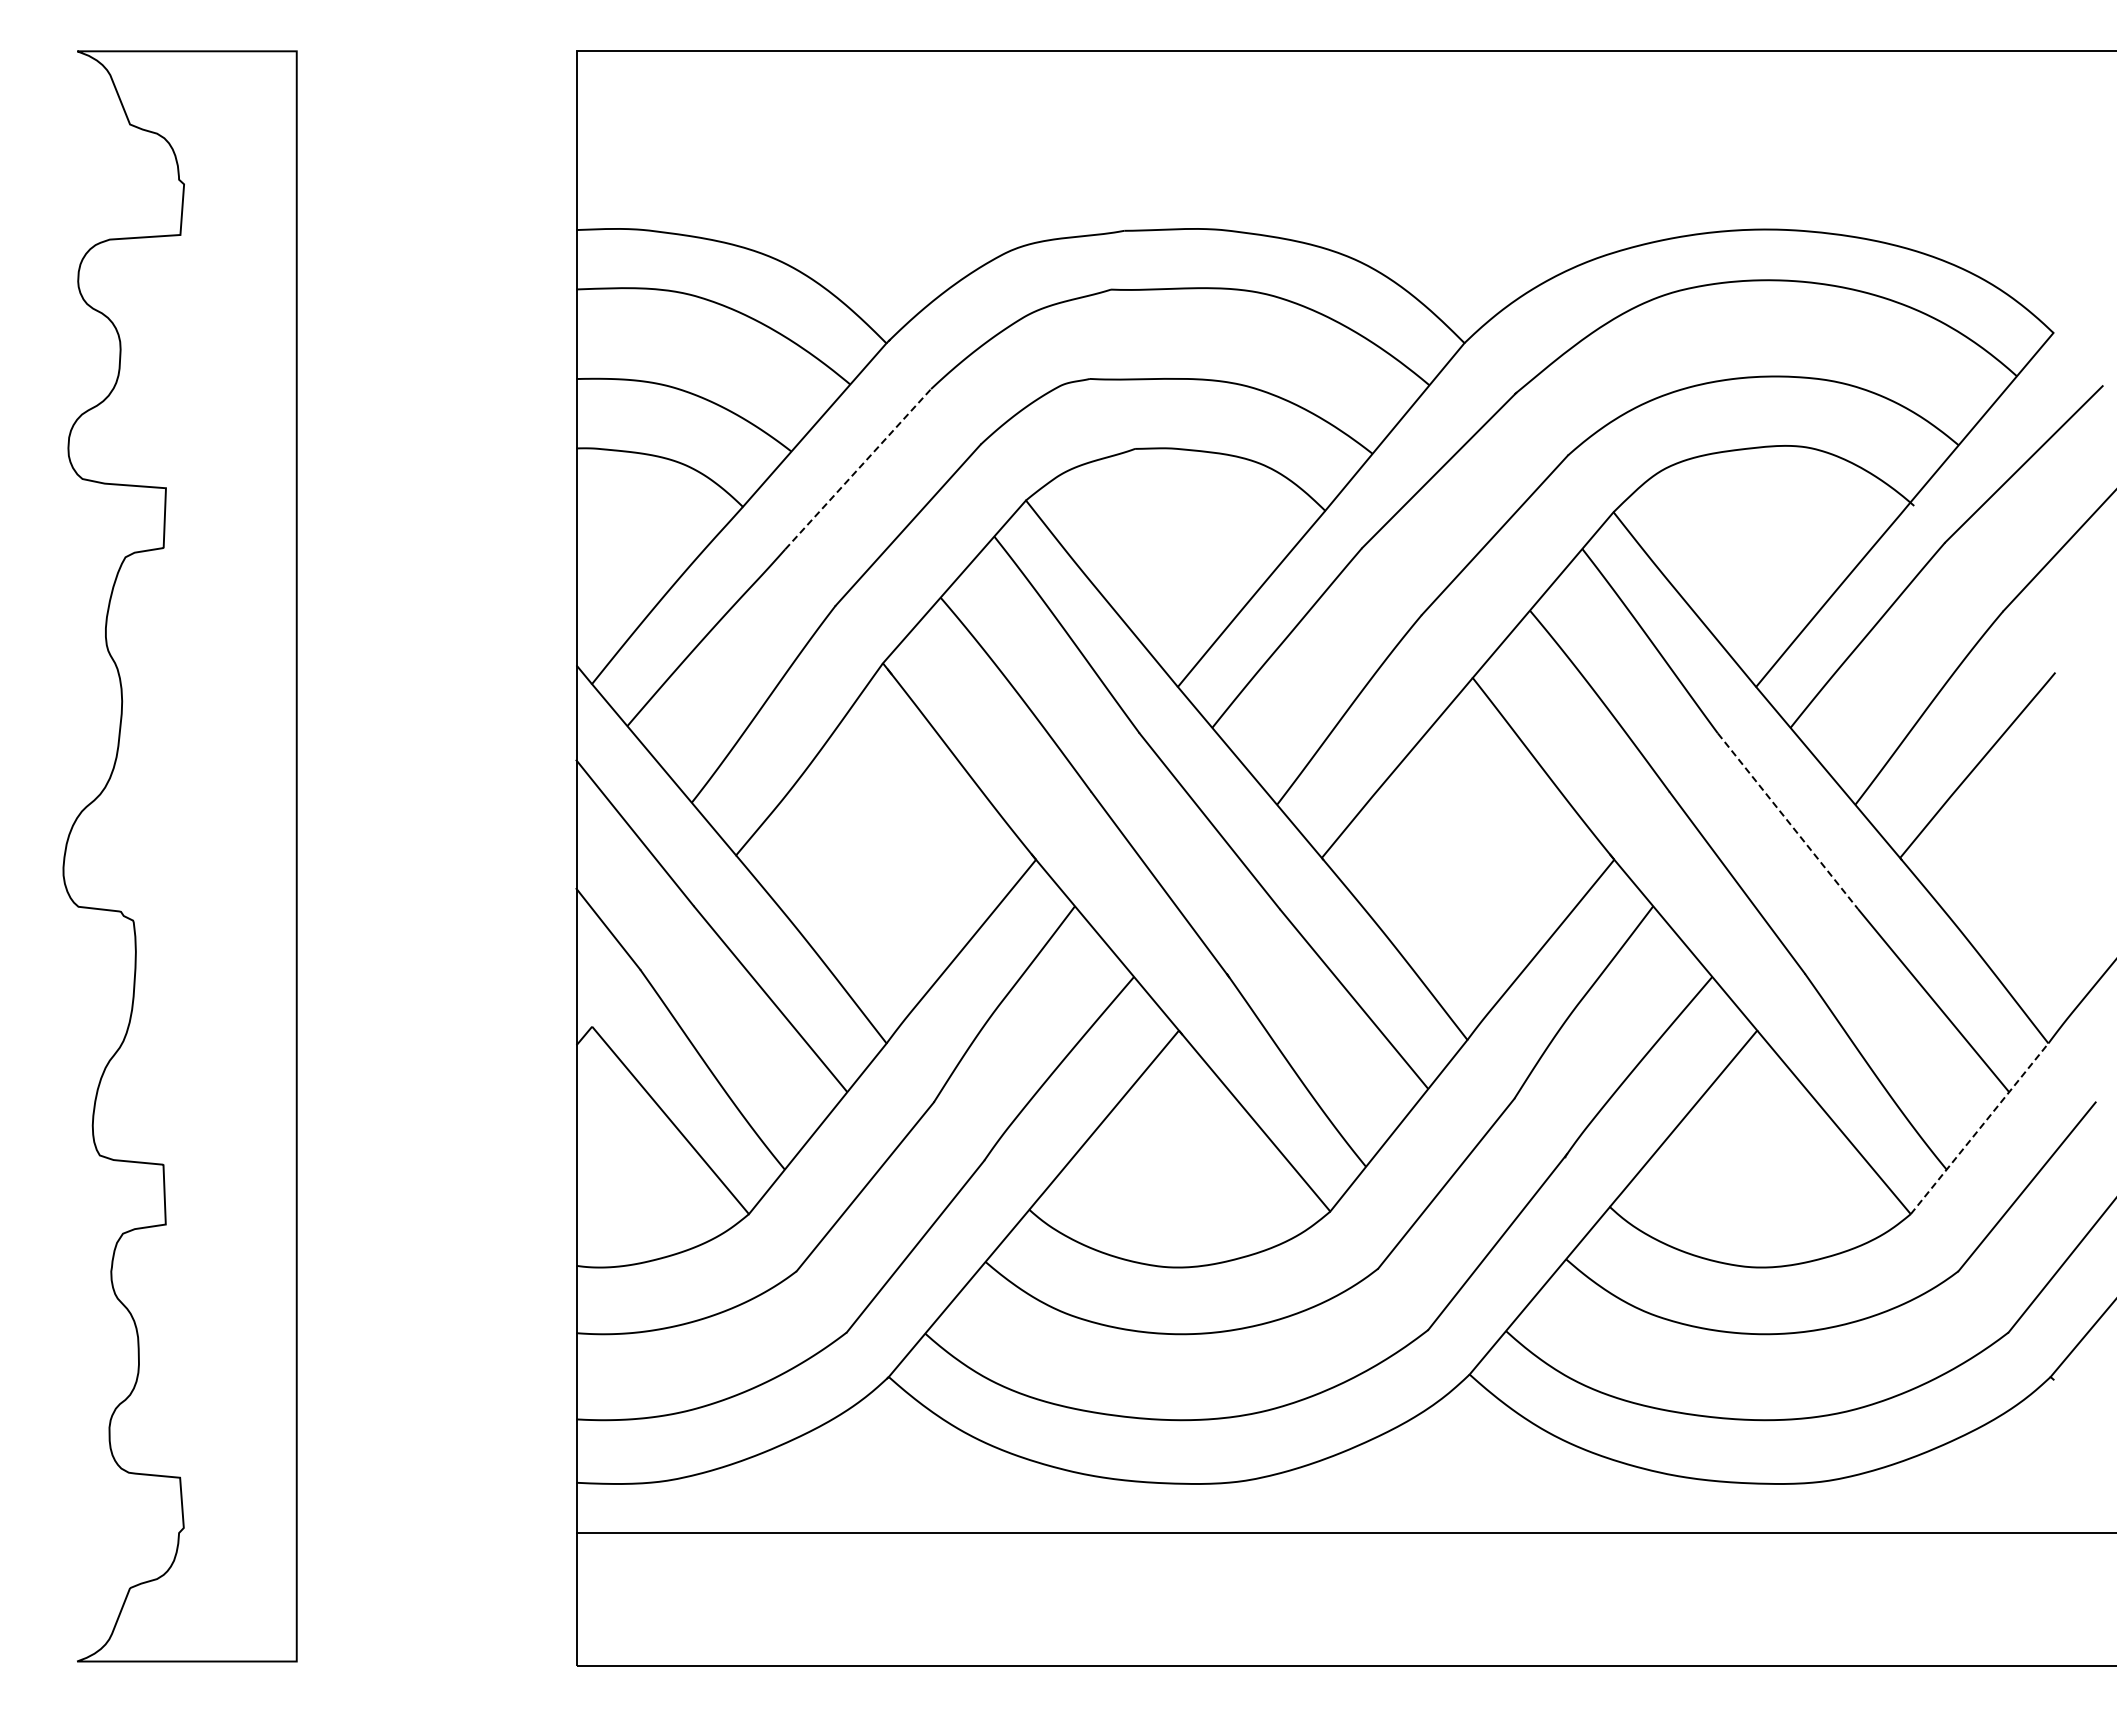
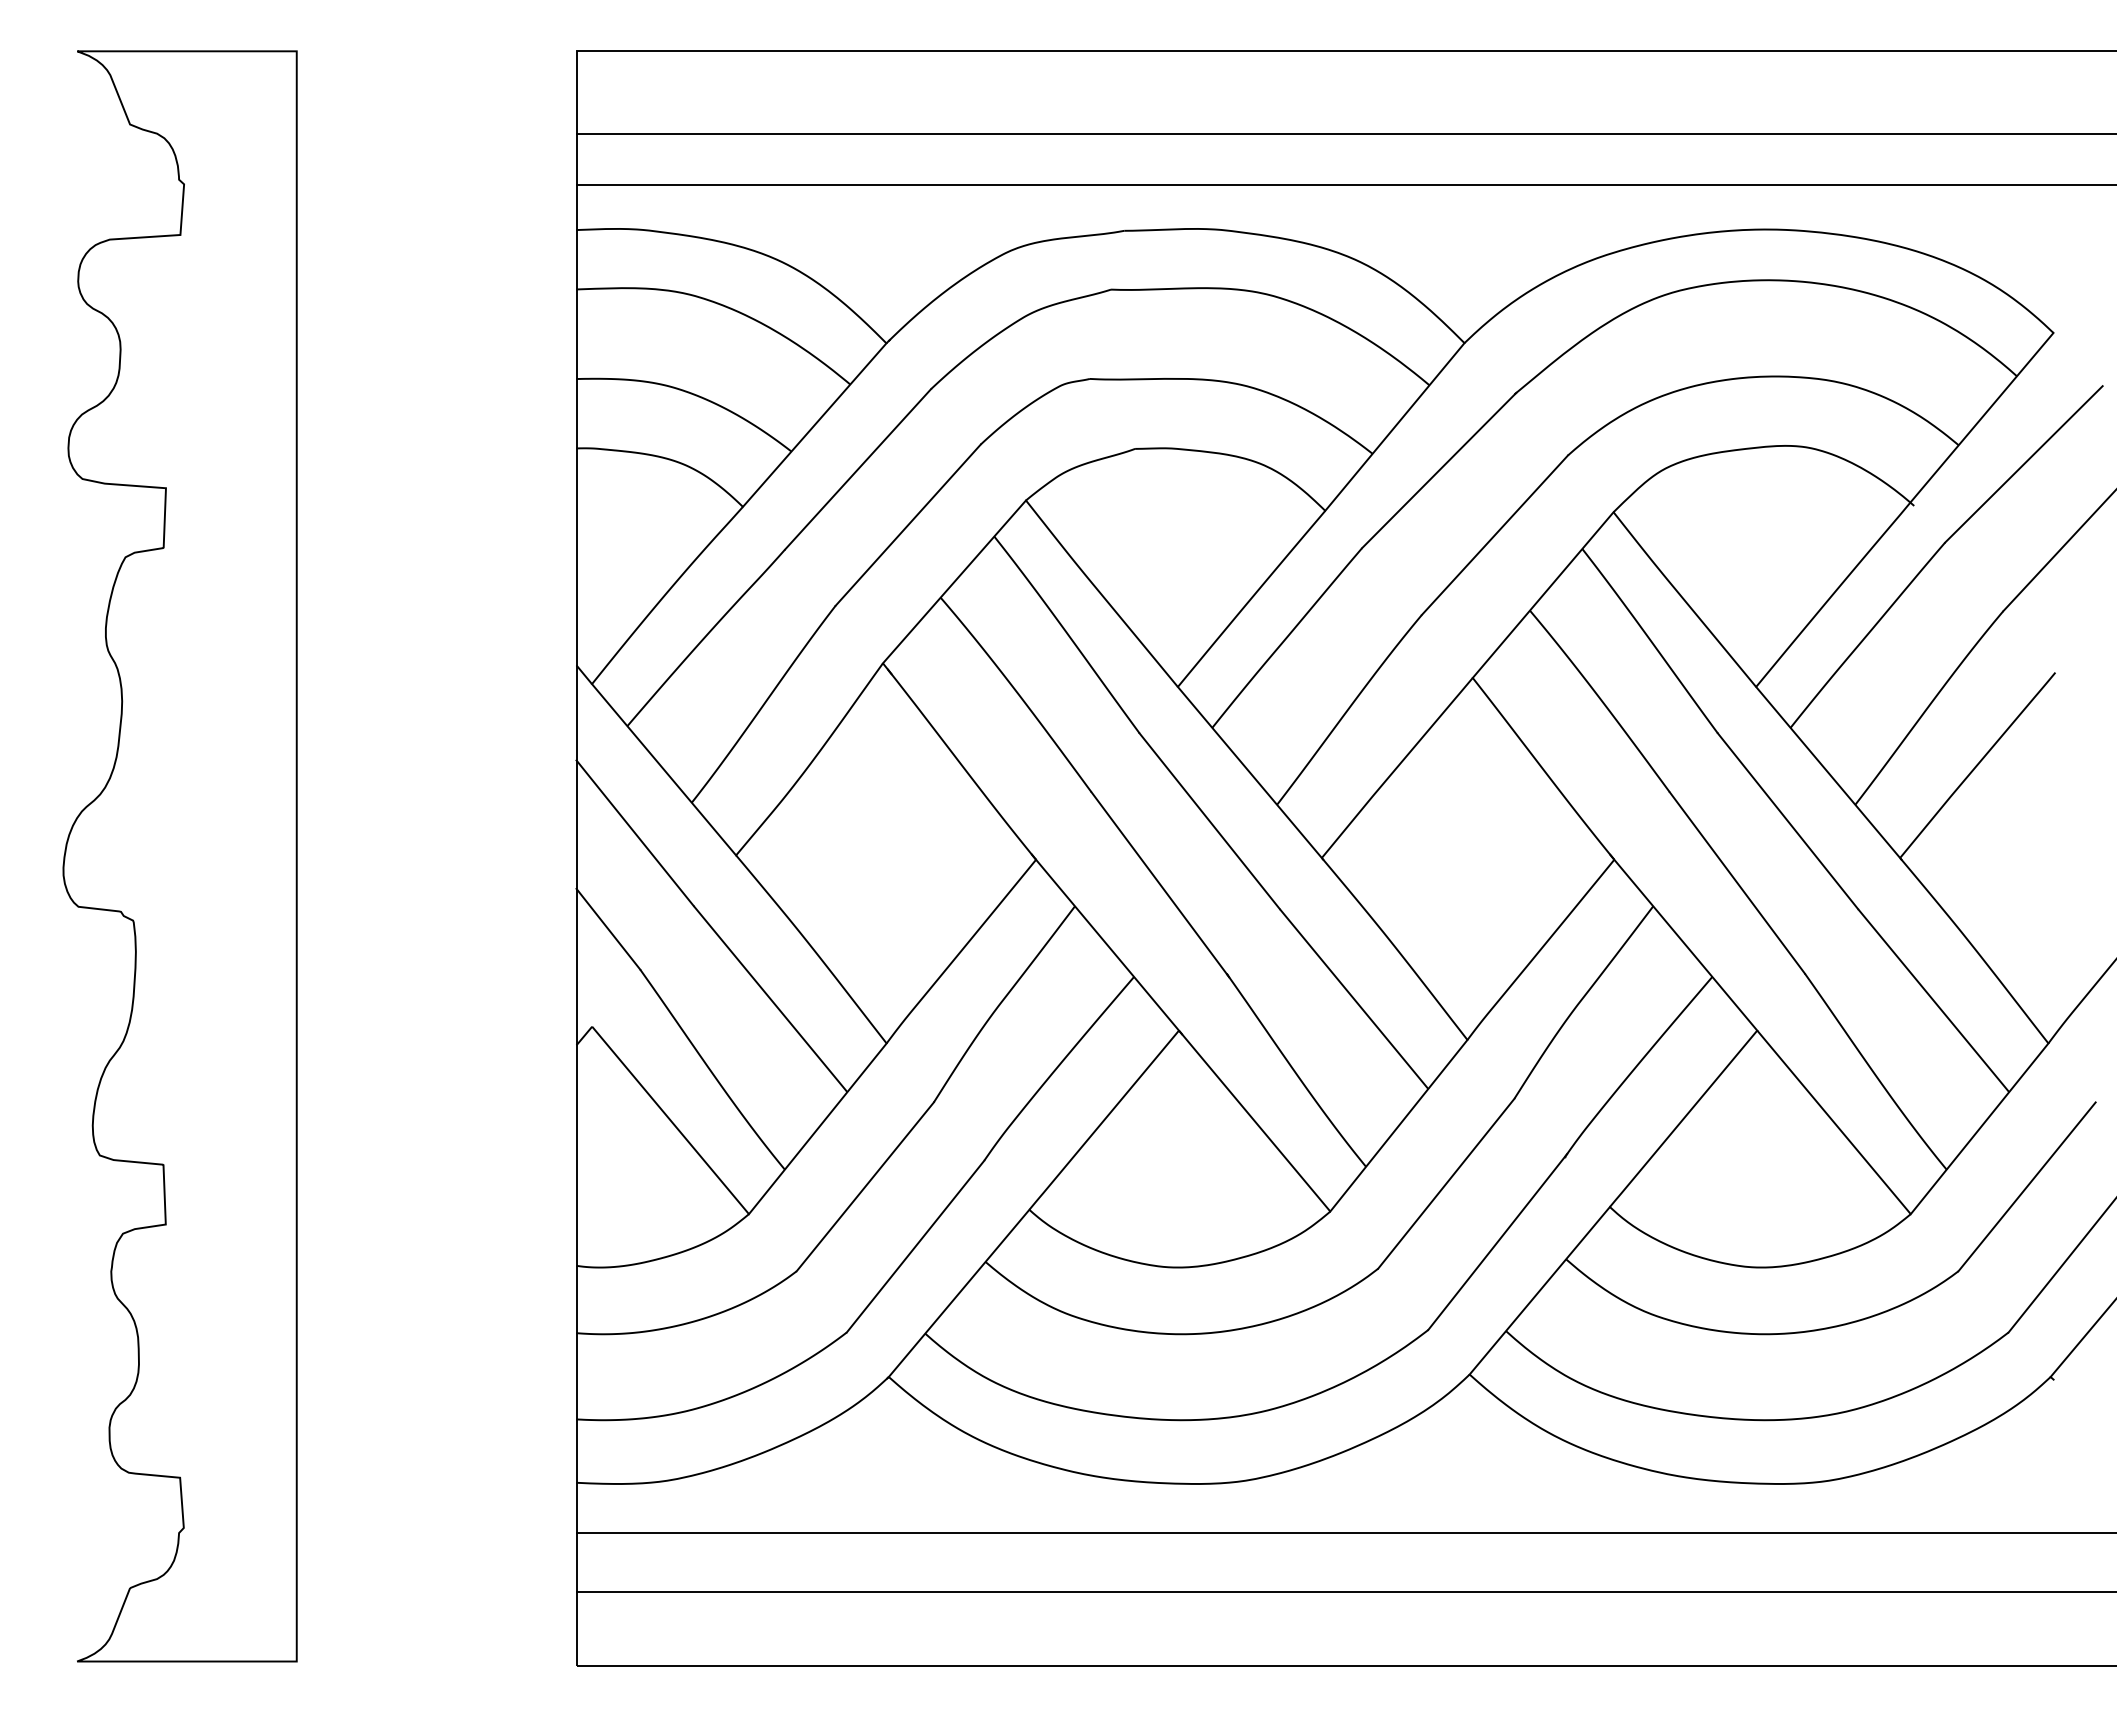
line at (1344, 133): none -> present
line at (1344, 185): none -> present
line at (858, 468): dashed -> solid
line at (1788, 821): dashed -> solid
line at (1979, 1128): dashed -> solid
line at (1344, 1591): none -> present
